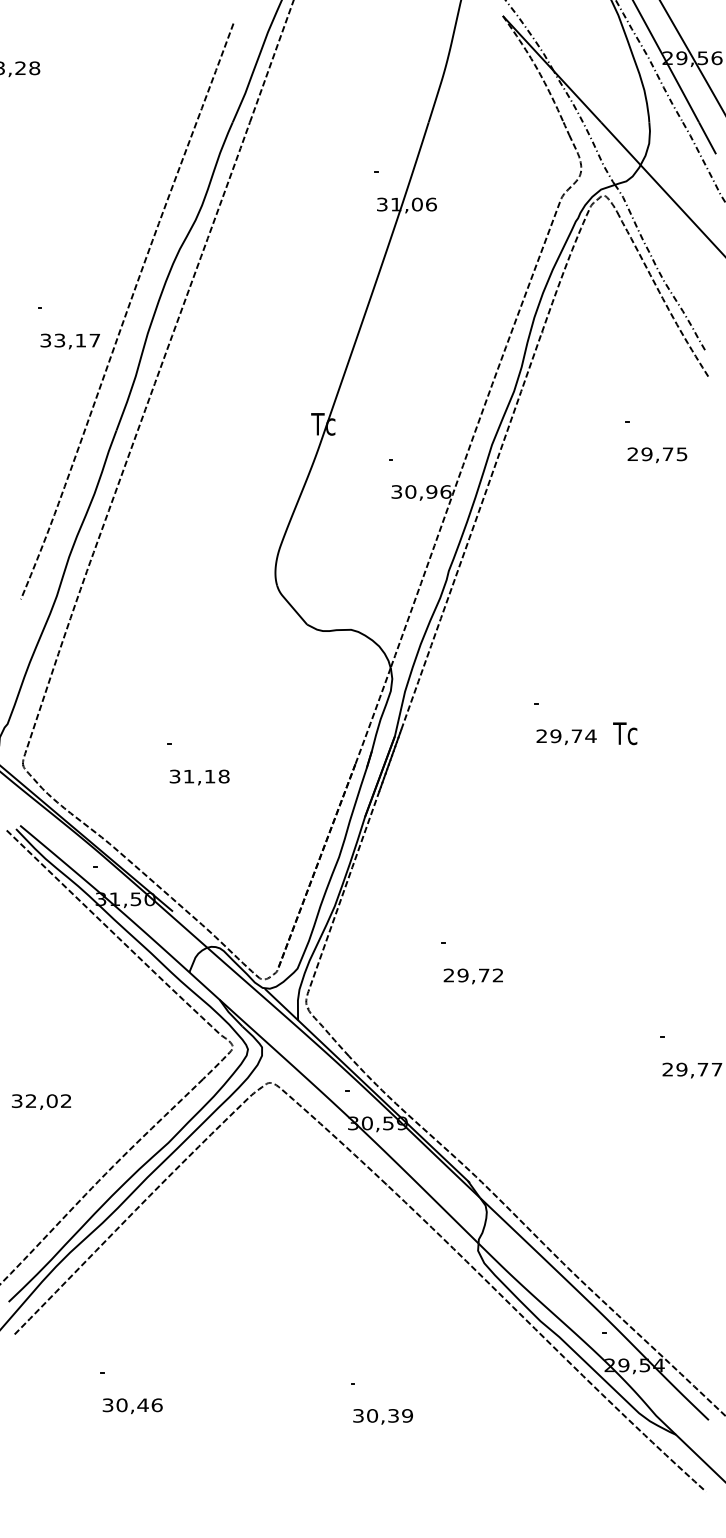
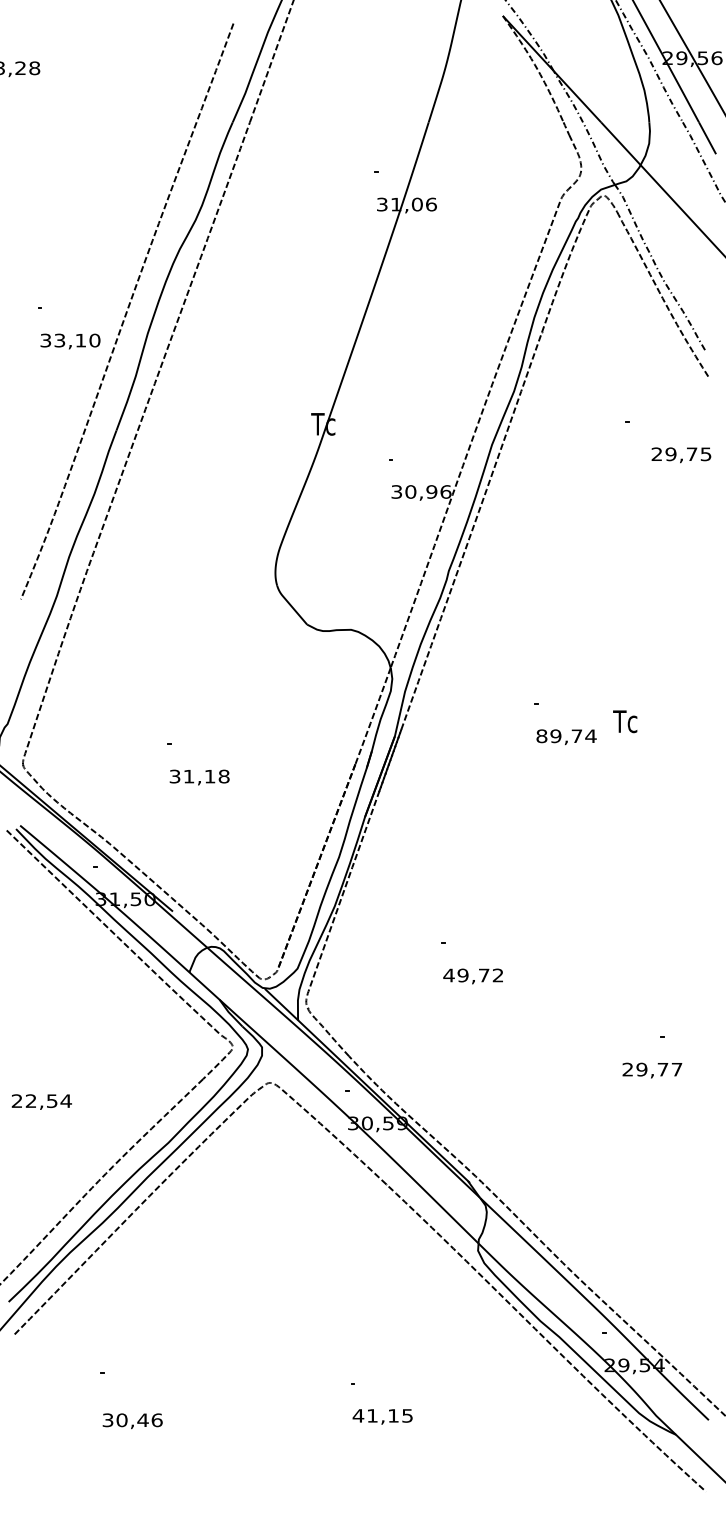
text at (94, 340): 33,17 -> 33,10
text at (657, 455) position: (657, 455) -> (681, 455)
text at (625, 733) position: (625, 733) -> (625, 721)
text at (541, 736): 29,74 -> 89,74
text at (448, 975): 29,72 -> 49,72
text at (692, 1070) position: (692, 1070) -> (652, 1070)
text at (41, 1101): 32,02 -> 22,54
text at (132, 1406) position: (132, 1406) -> (132, 1421)
text at (382, 1415): 30,39 -> 41,15
